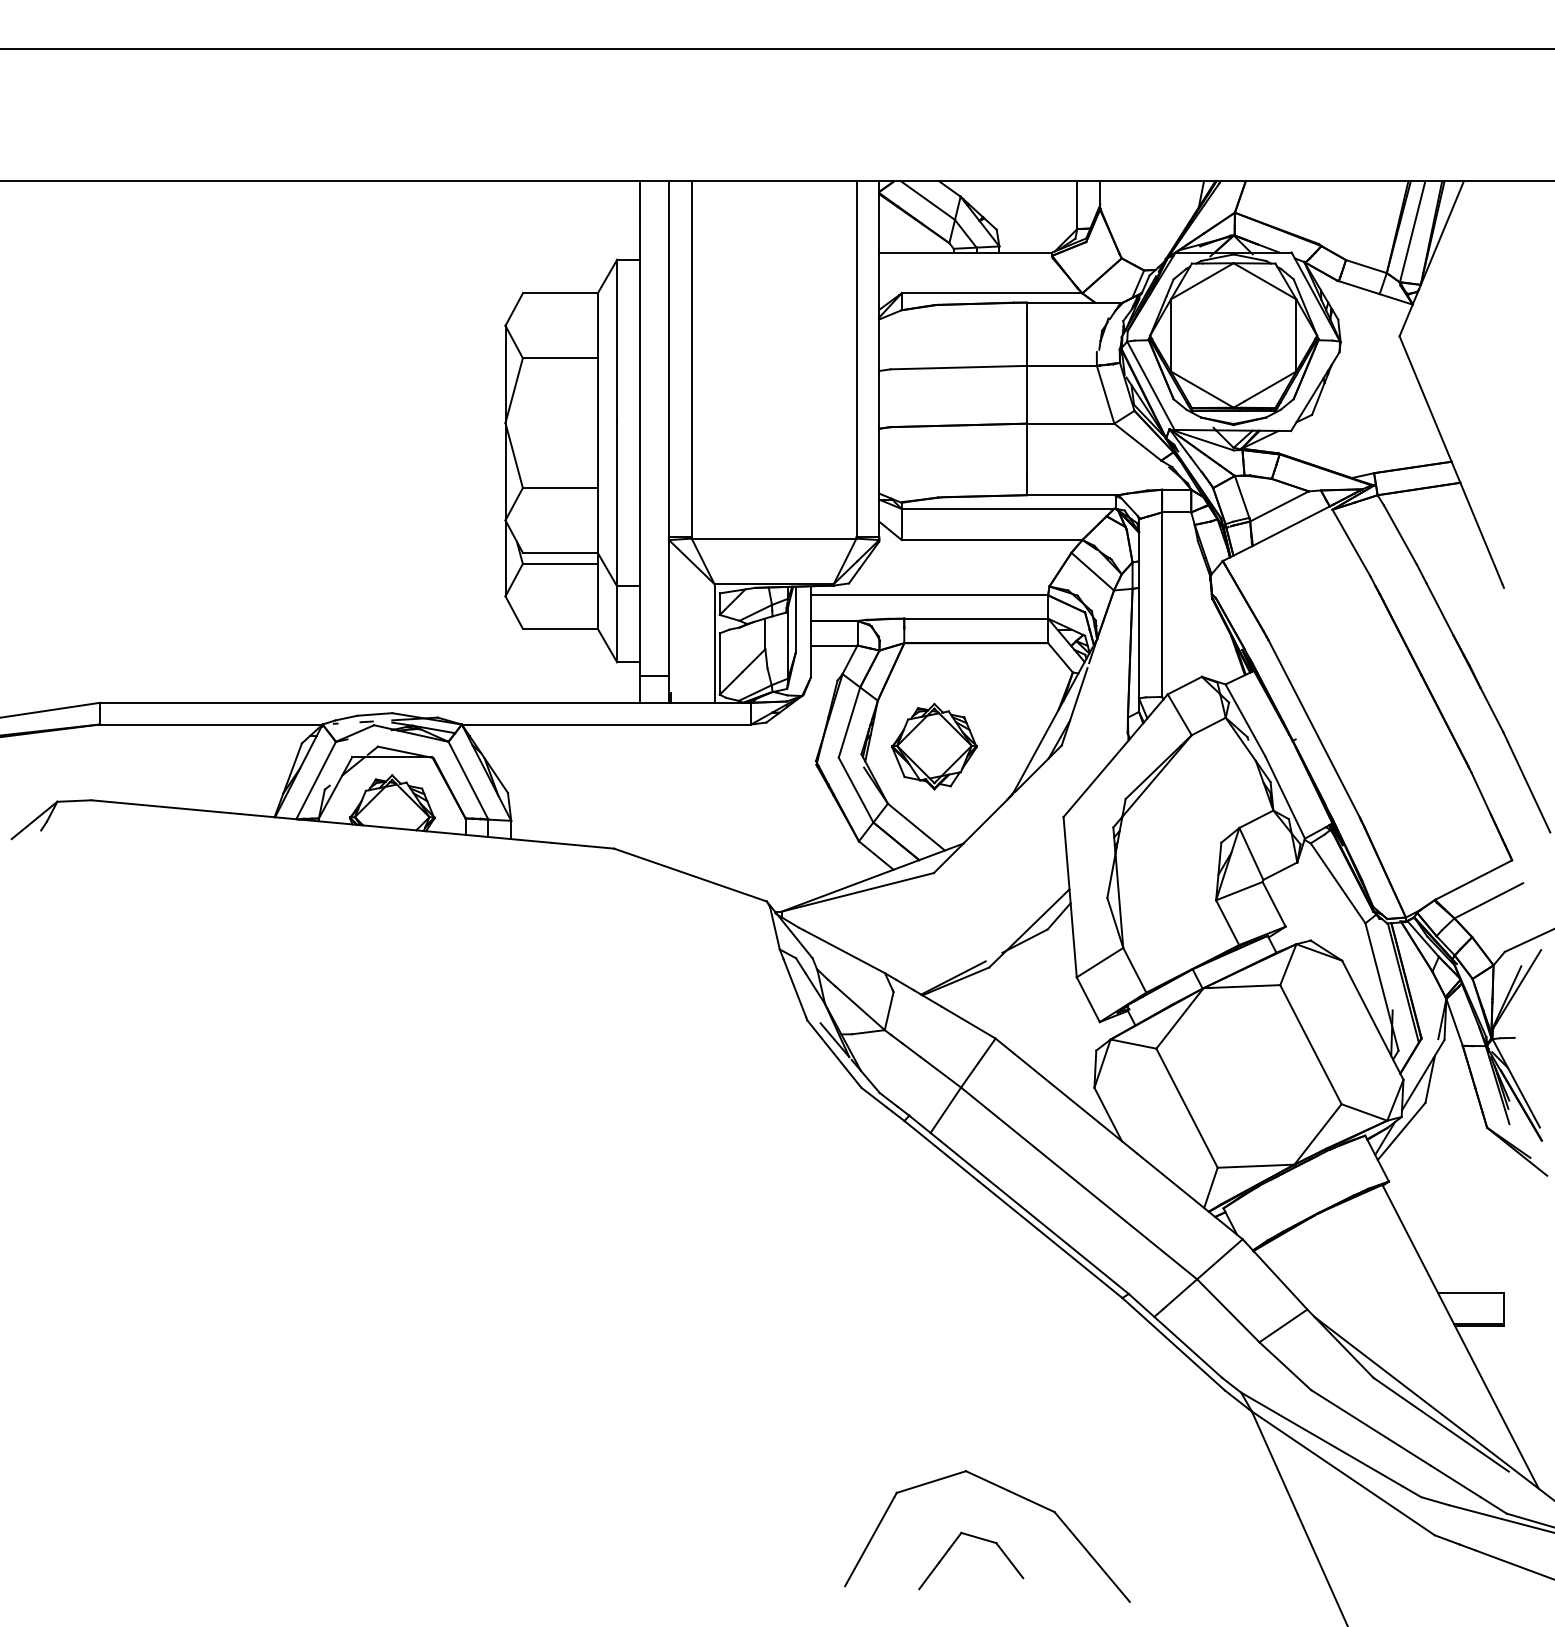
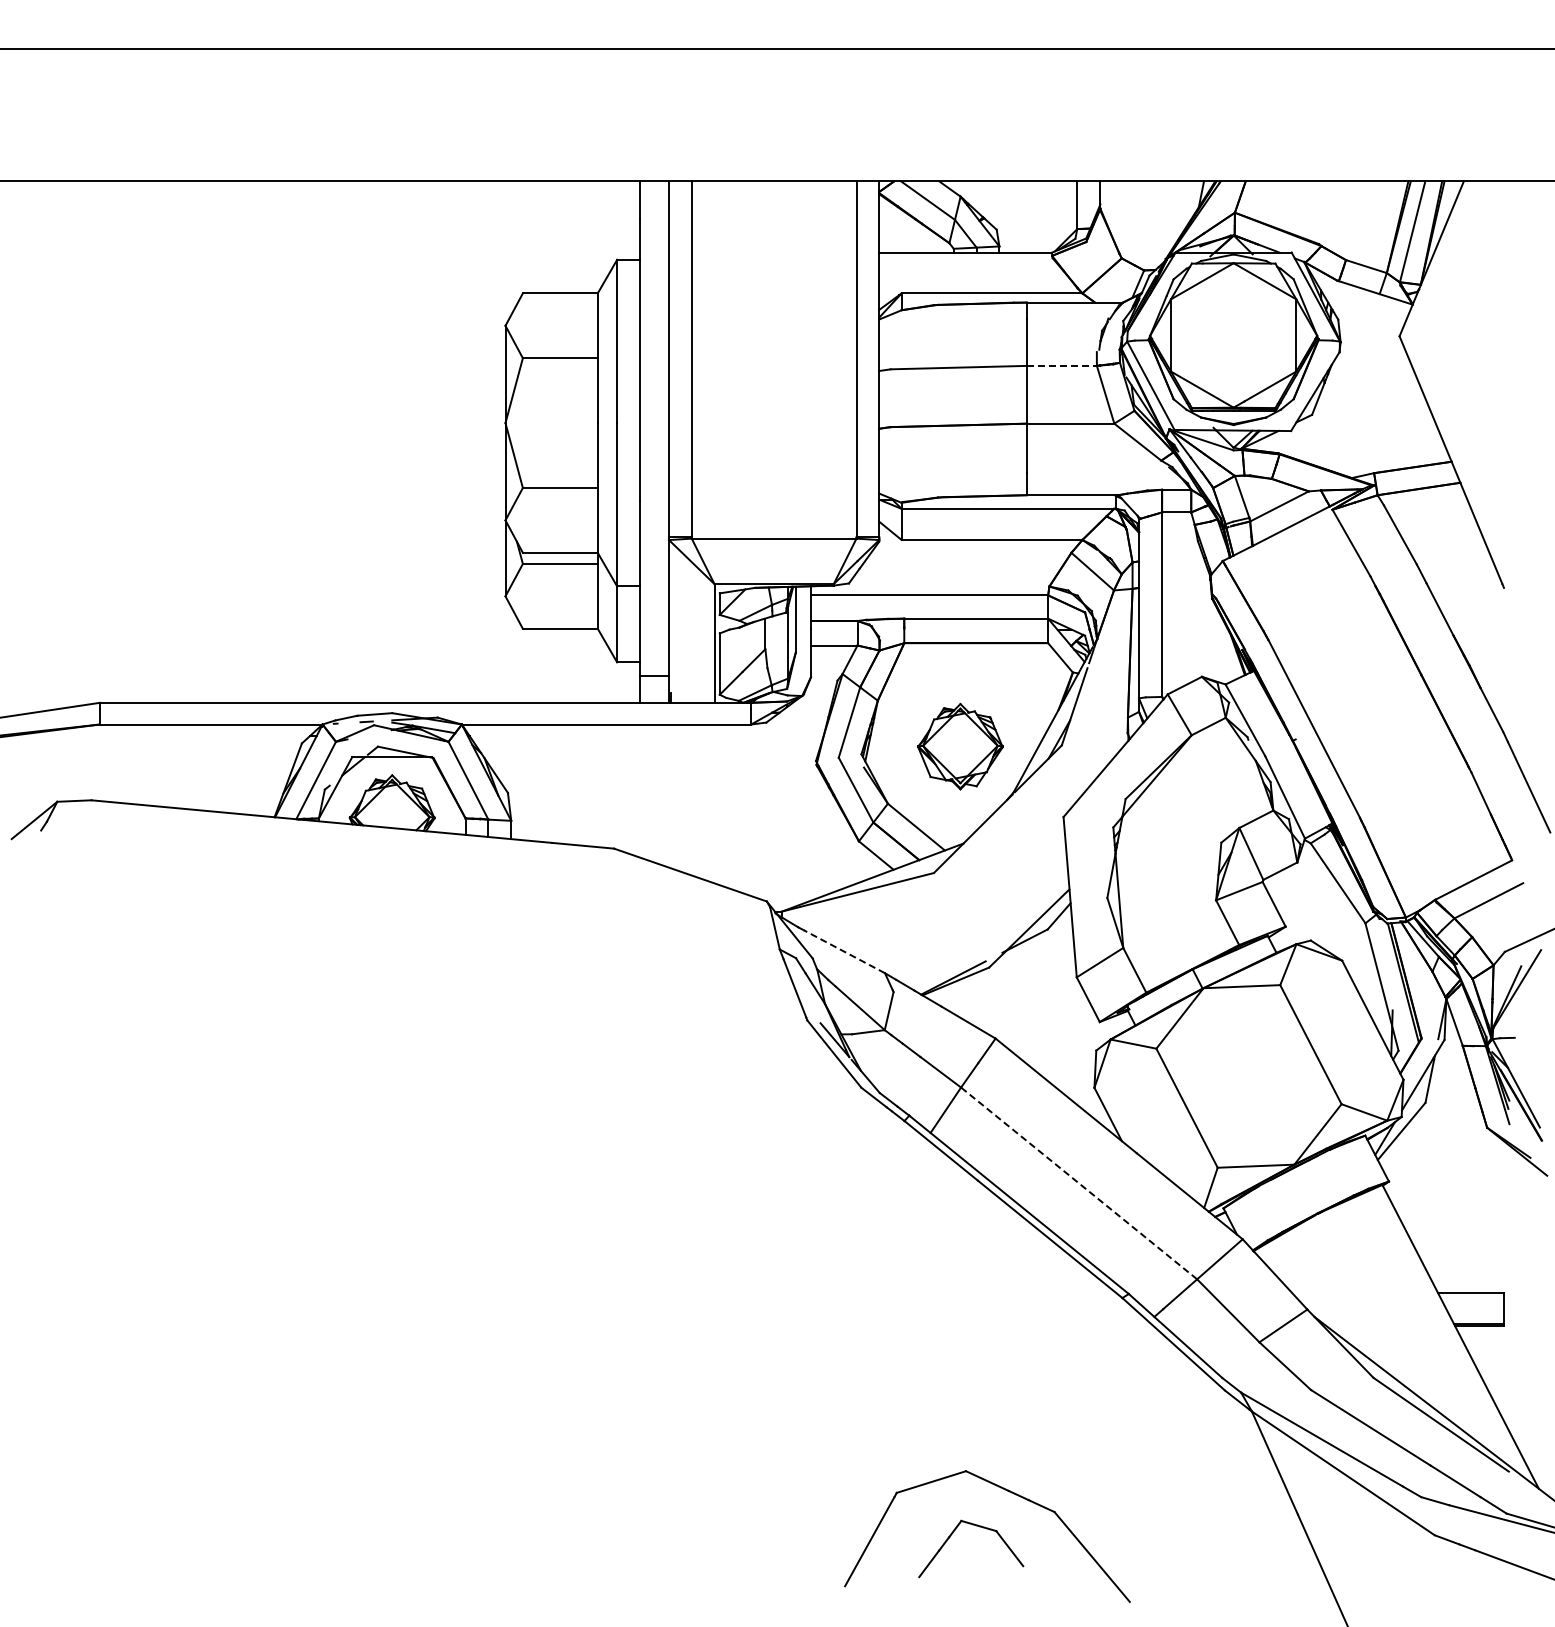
line at (1061, 365): solid -> dashed
part at (934, 746) position: (934, 746) -> (960, 746)
line at (844, 951): solid -> dashed
line at (1078, 1183): solid -> dashed
part at (979, 1539) position: (979, 1539) -> (979, 1527)
